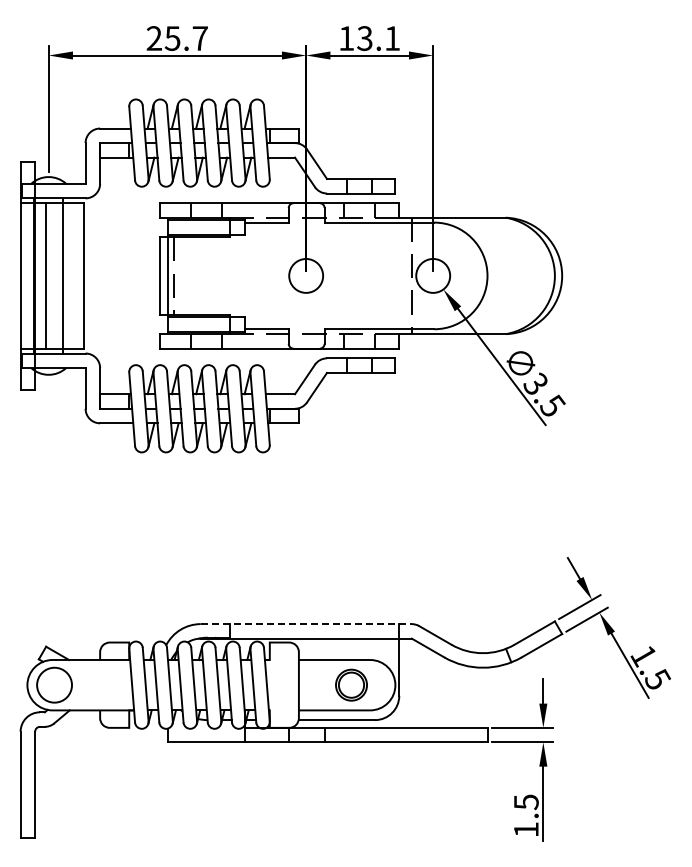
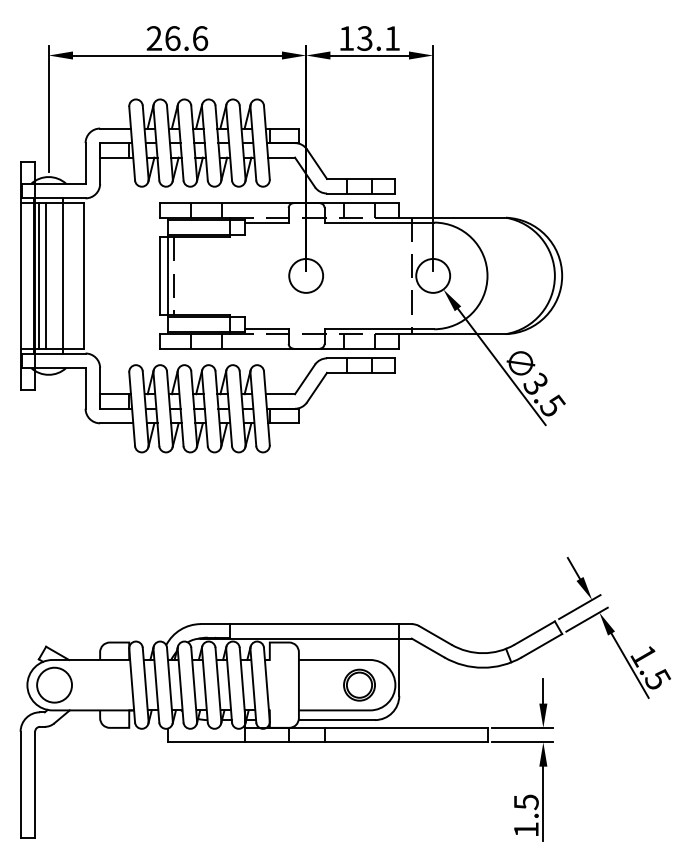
text at (186, 38): 25.7 -> 26.6
line at (38, 275): none -> present
line at (306, 624): dashed -> solid
part at (351, 684) position: (351, 684) -> (359, 684)
